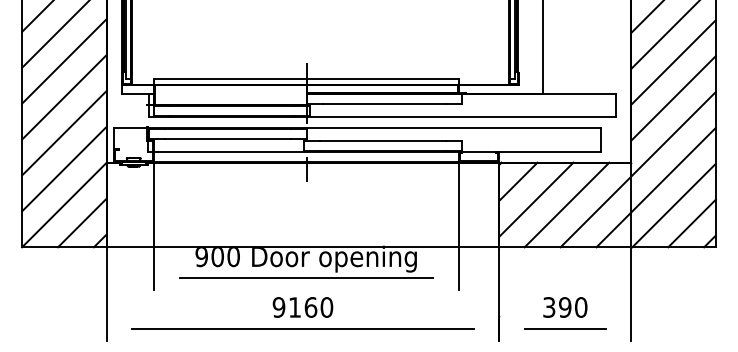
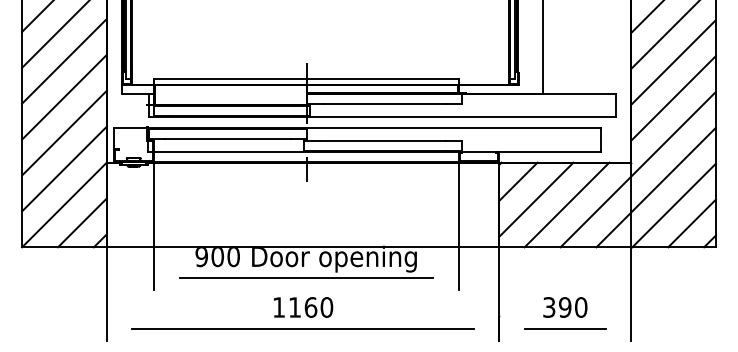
text at (278, 307): 9160 -> 1160
